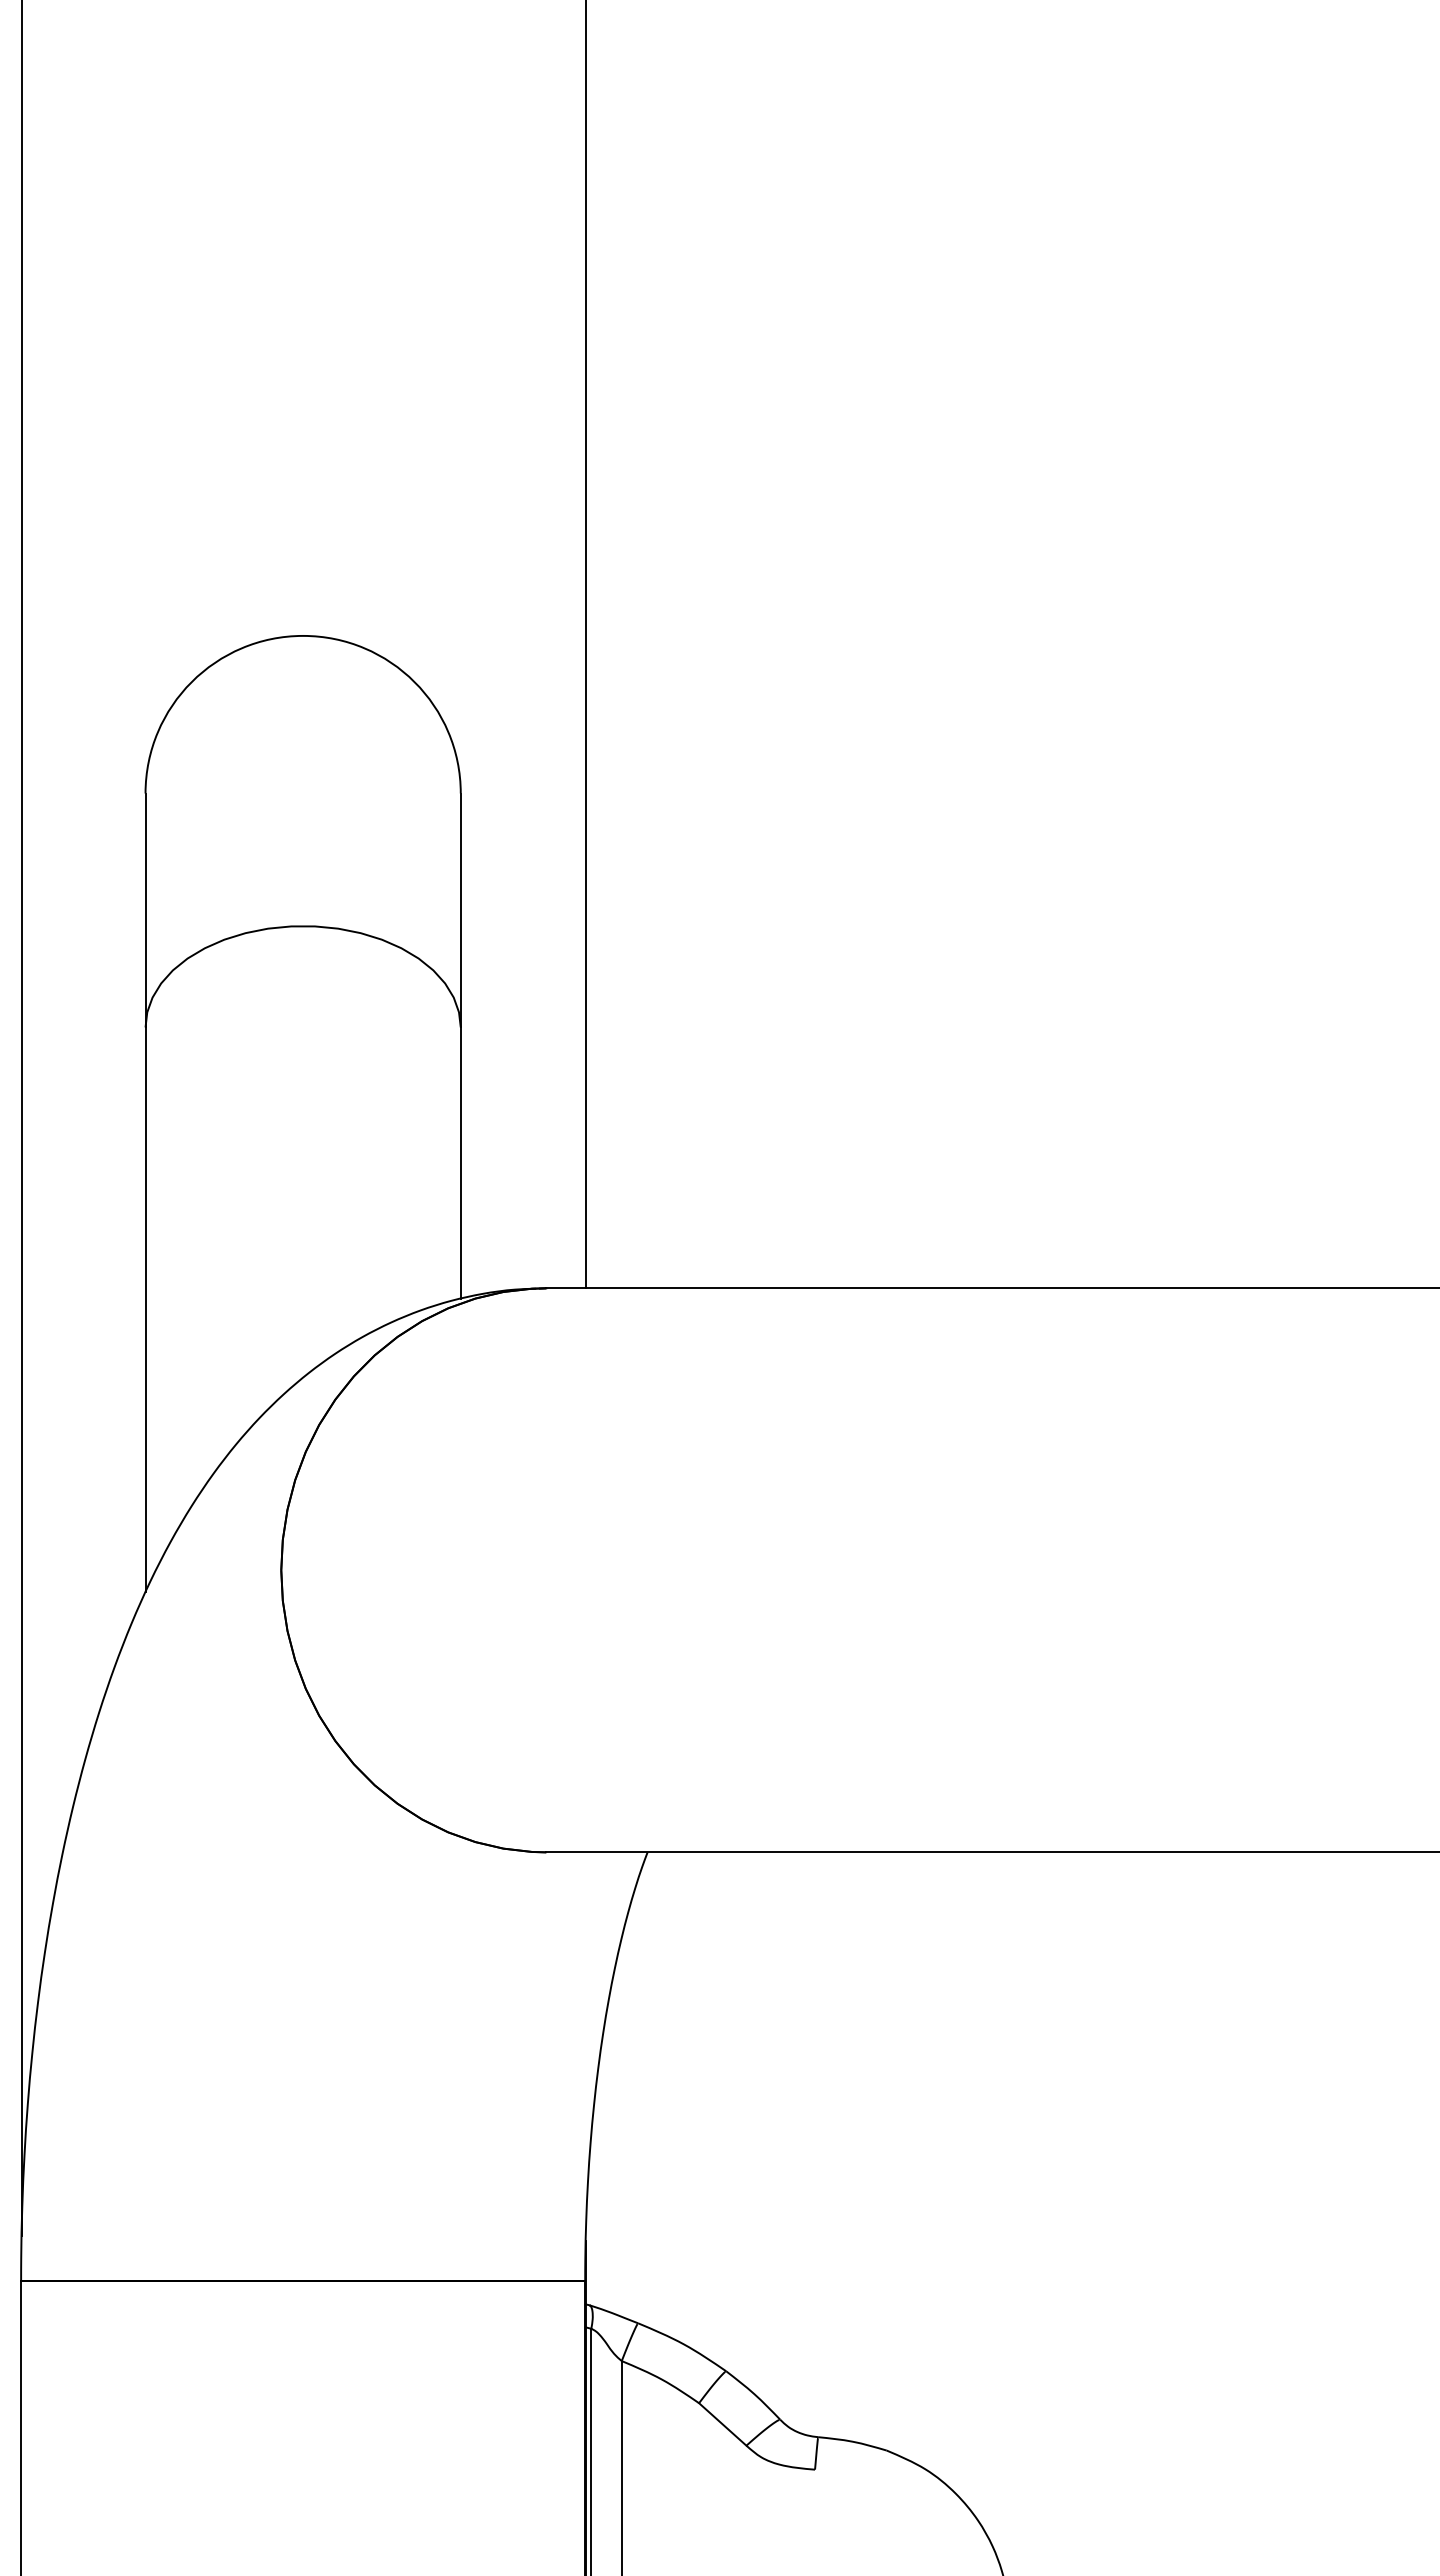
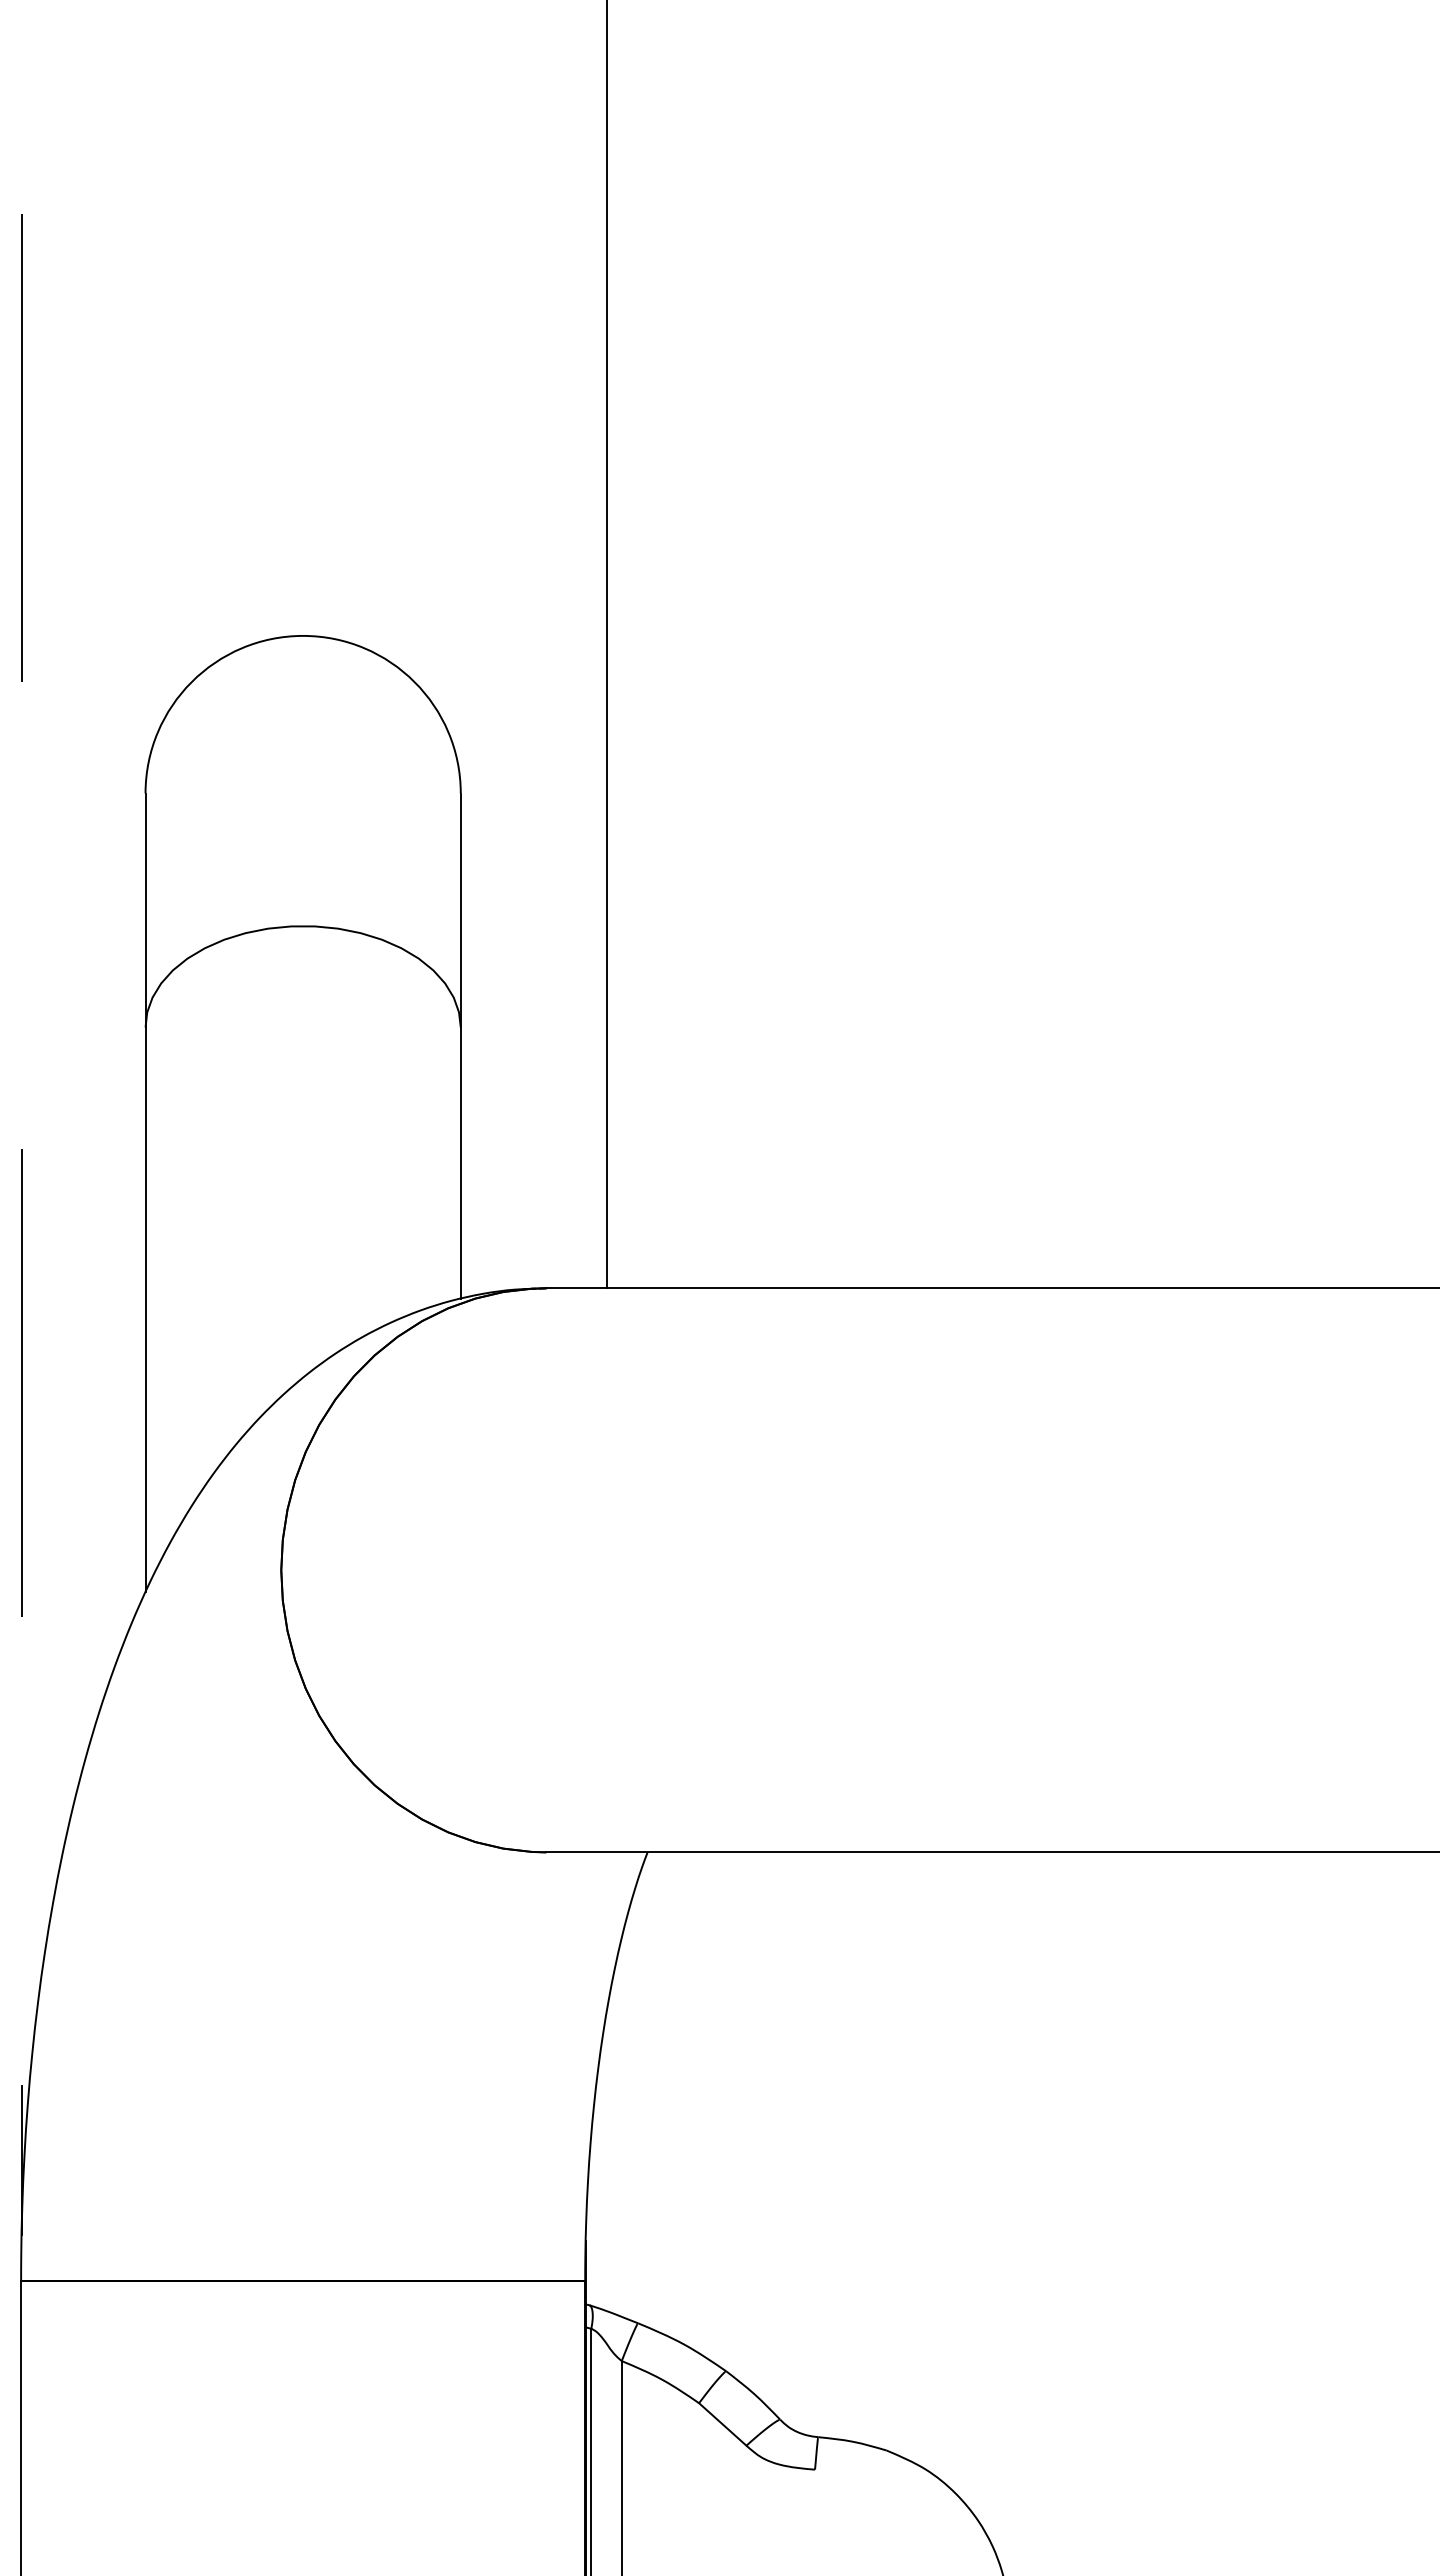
line at (585, 645) position: (585, 645) -> (606, 645)
line at (21, 1119): solid -> dashed
